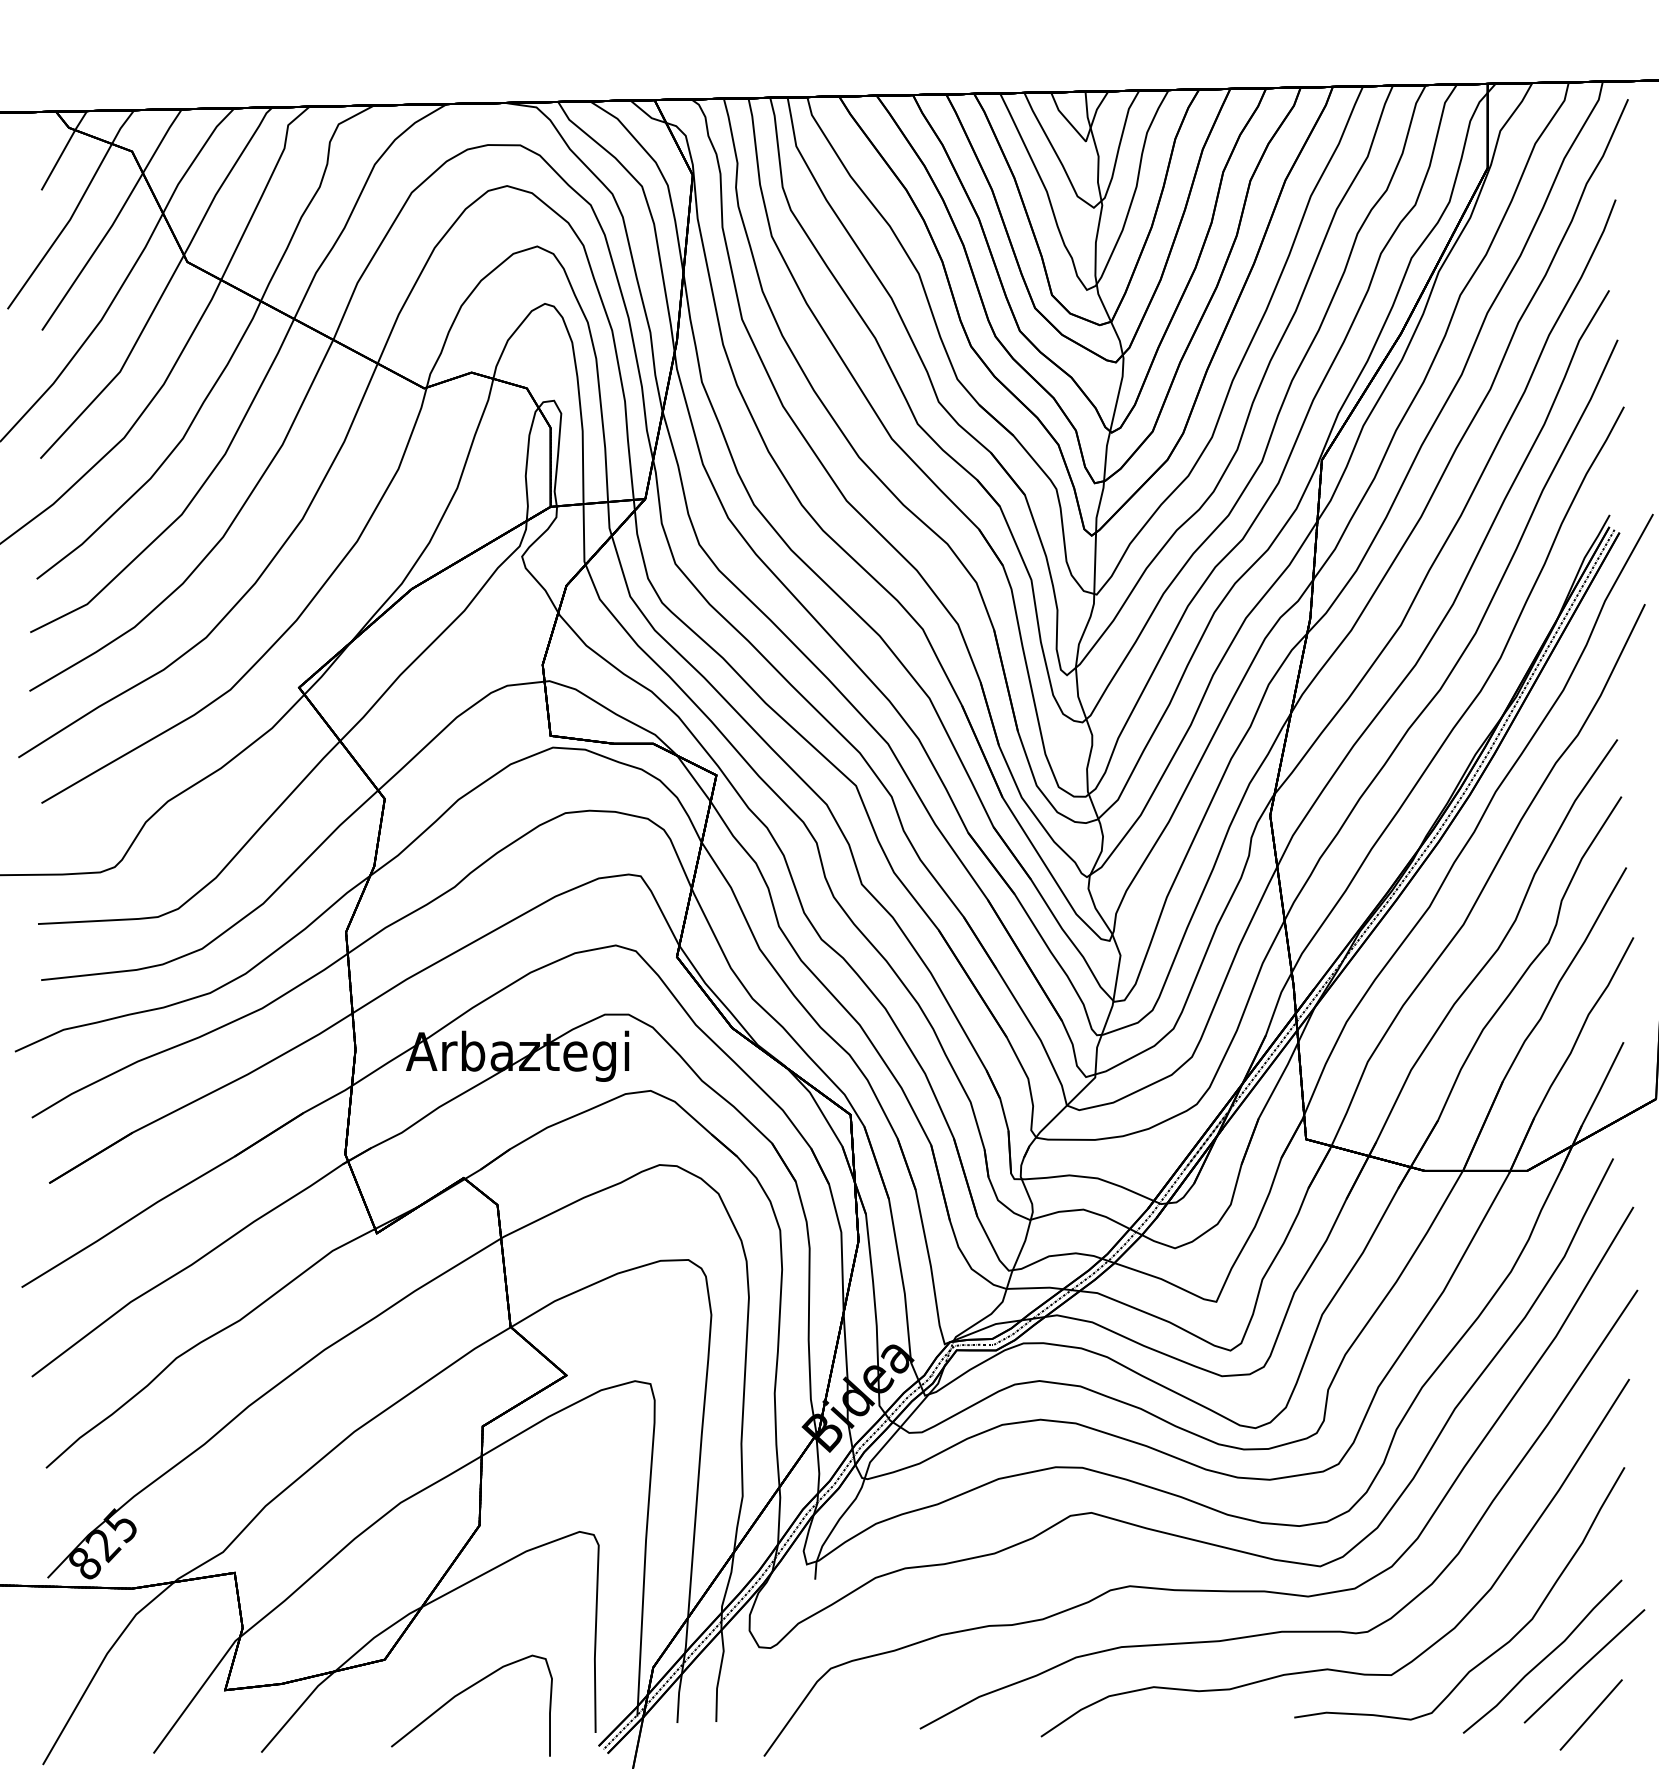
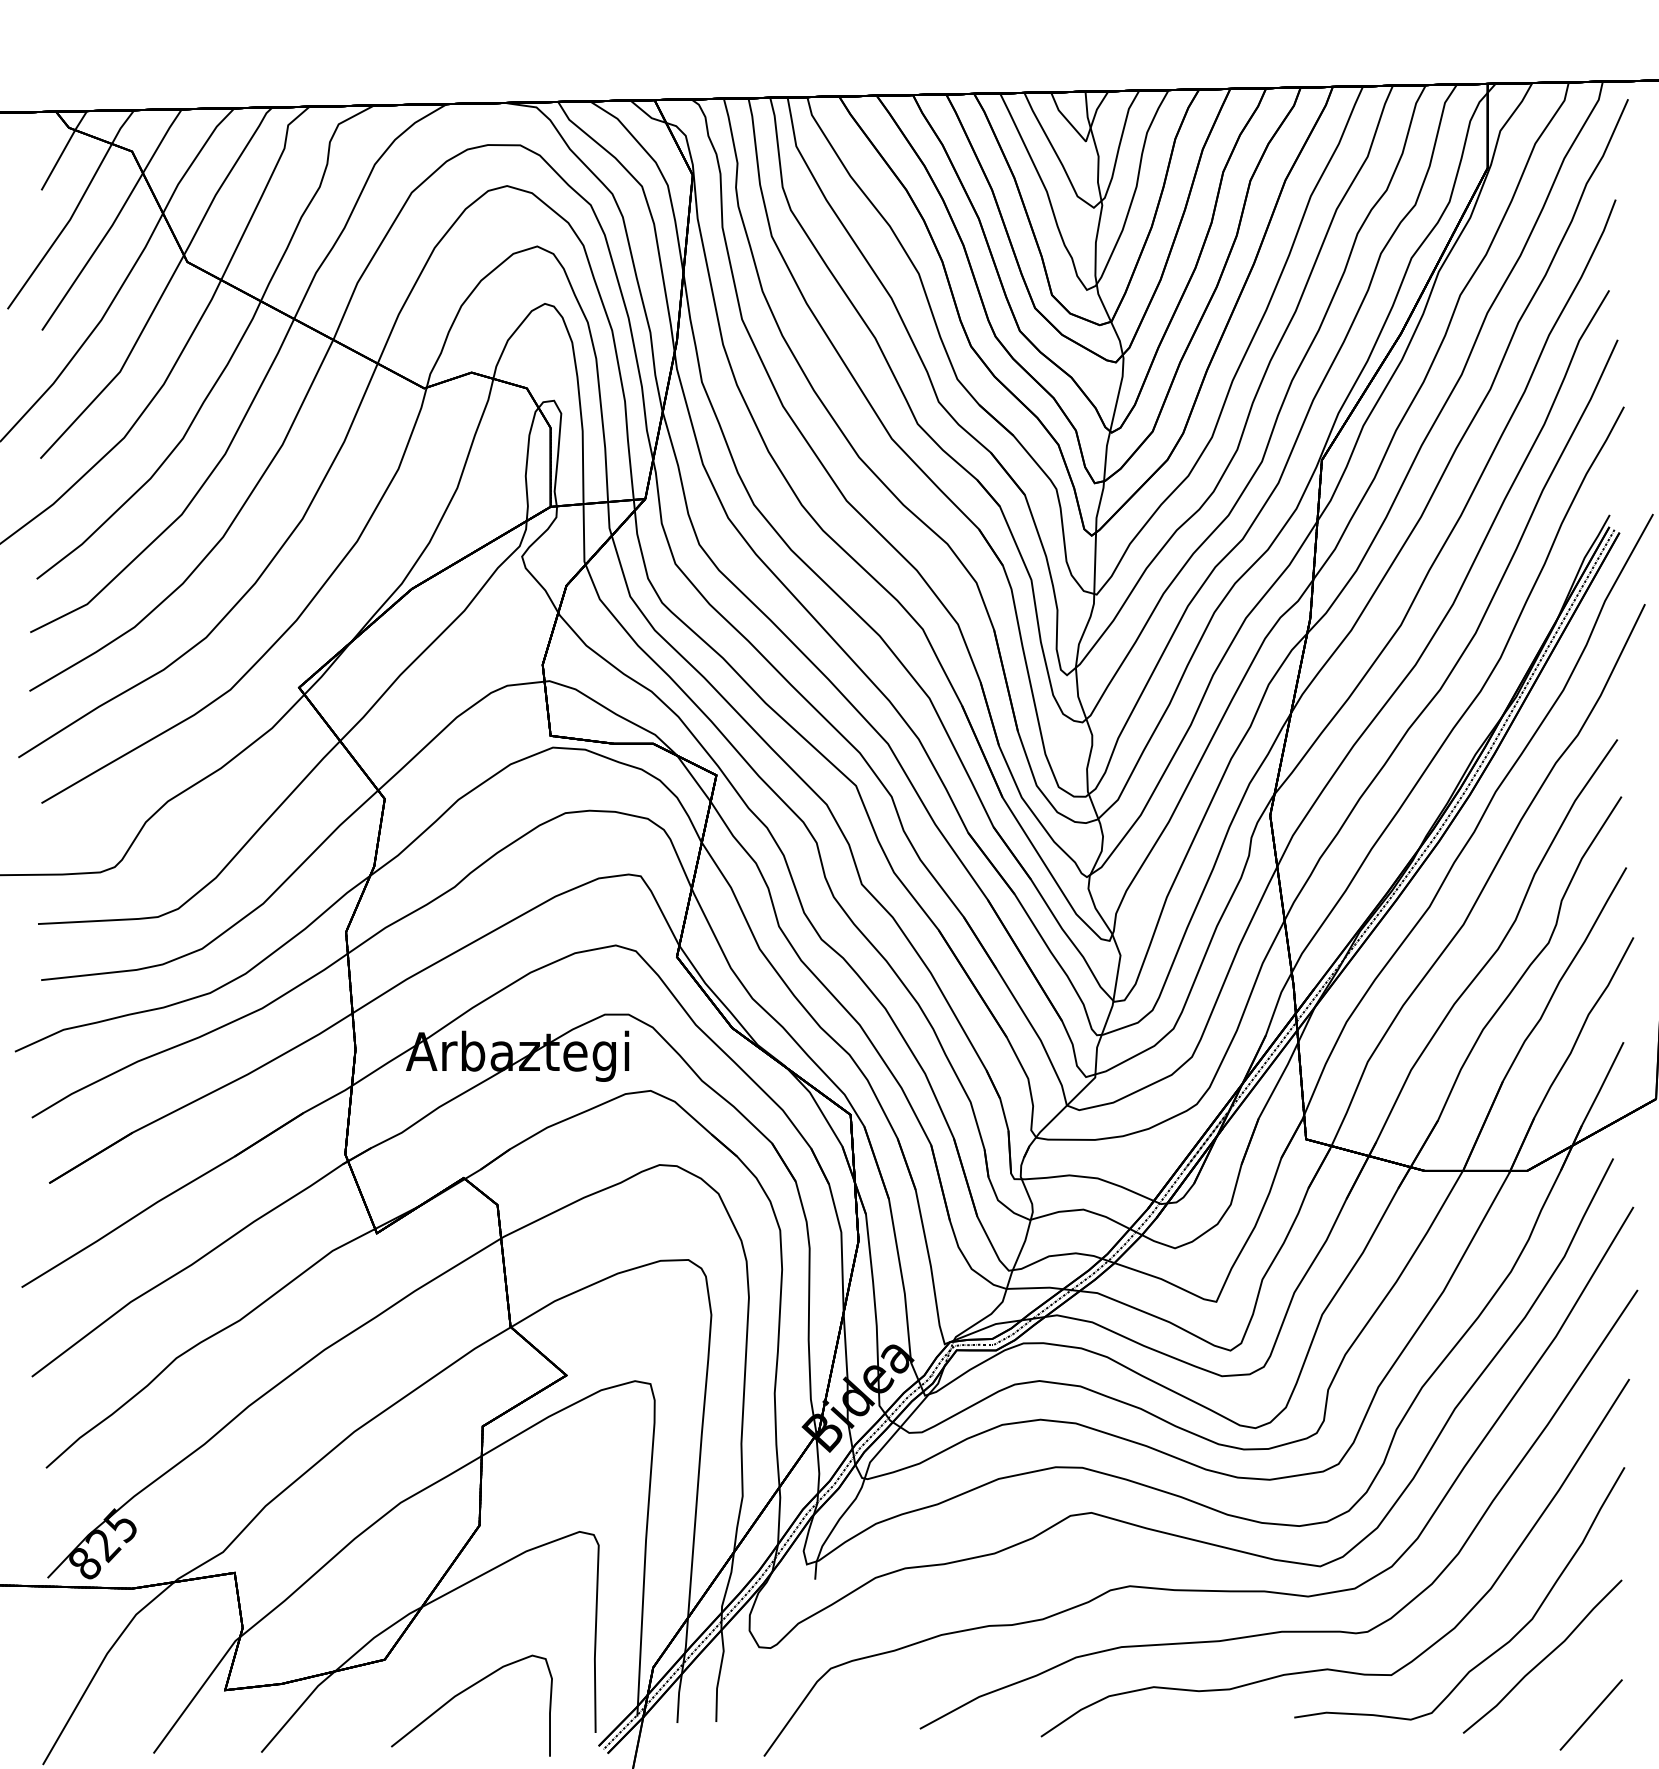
line at (1584, 1666): present -> none
